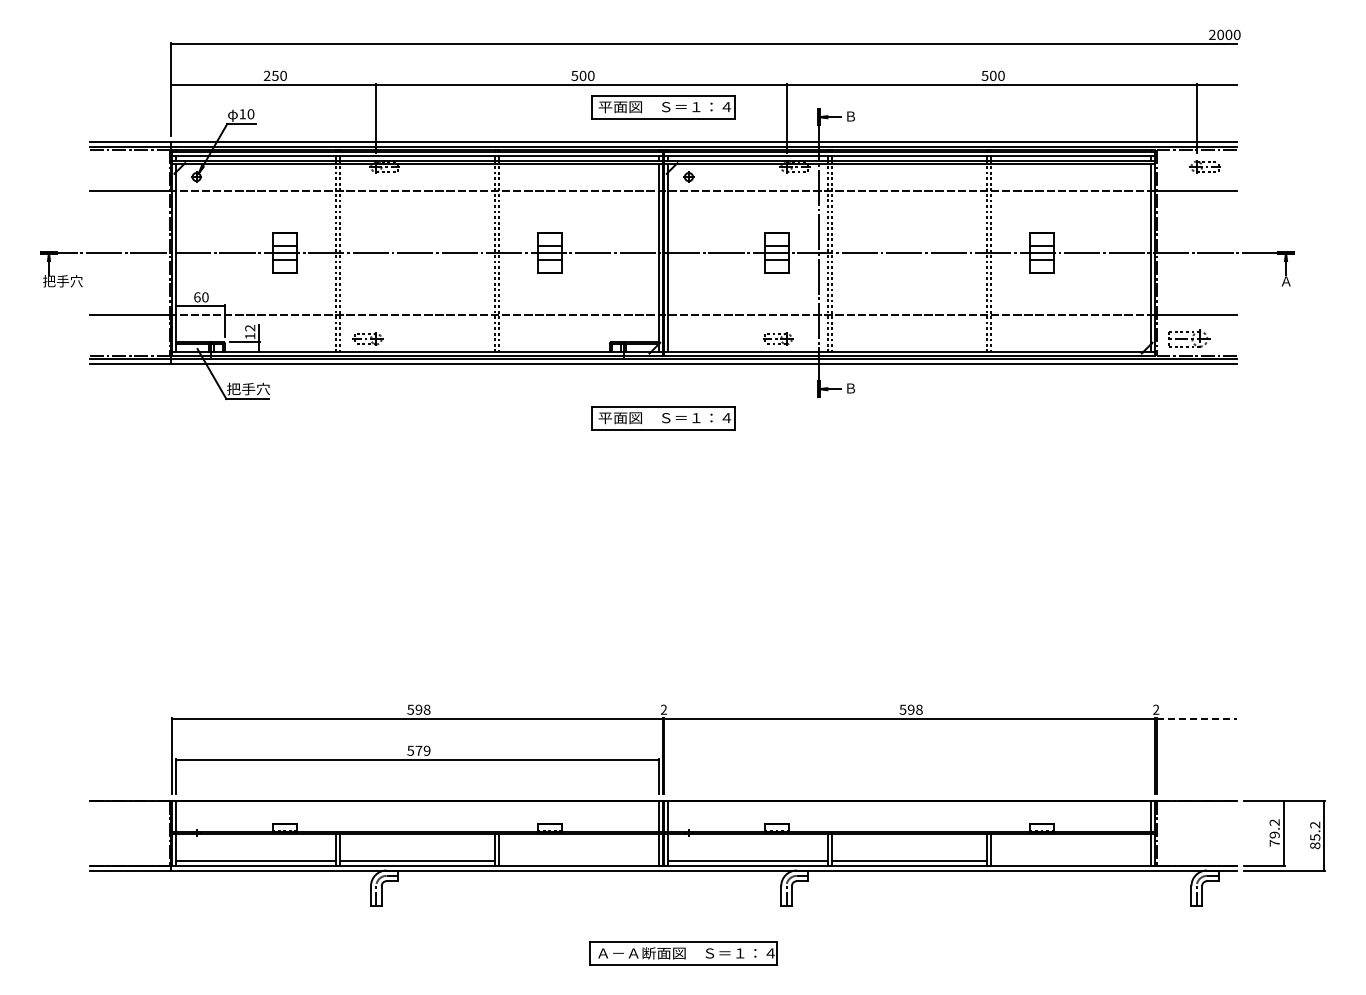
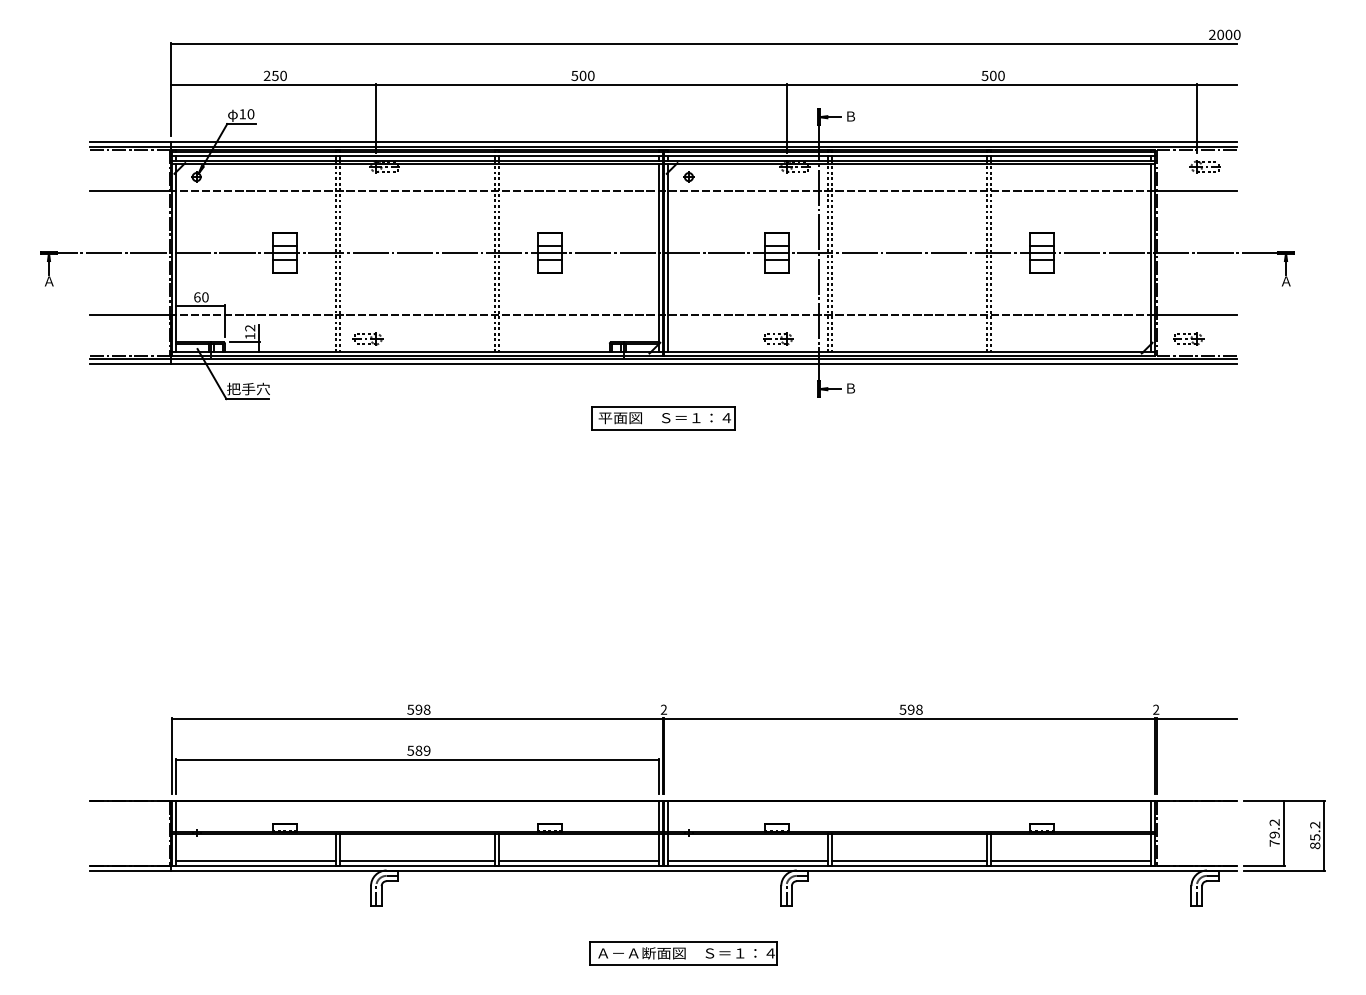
part at (663, 107): present -> none
text at (62, 281): 把手穴 -> Ａ
part at (1189, 338) size: 43x19 px -> 32x14 px
line at (1197, 718): dashed -> solid
text at (418, 750): 579 -> 589
line at (578, 860): none -> present
line at (1070, 860): none -> present
